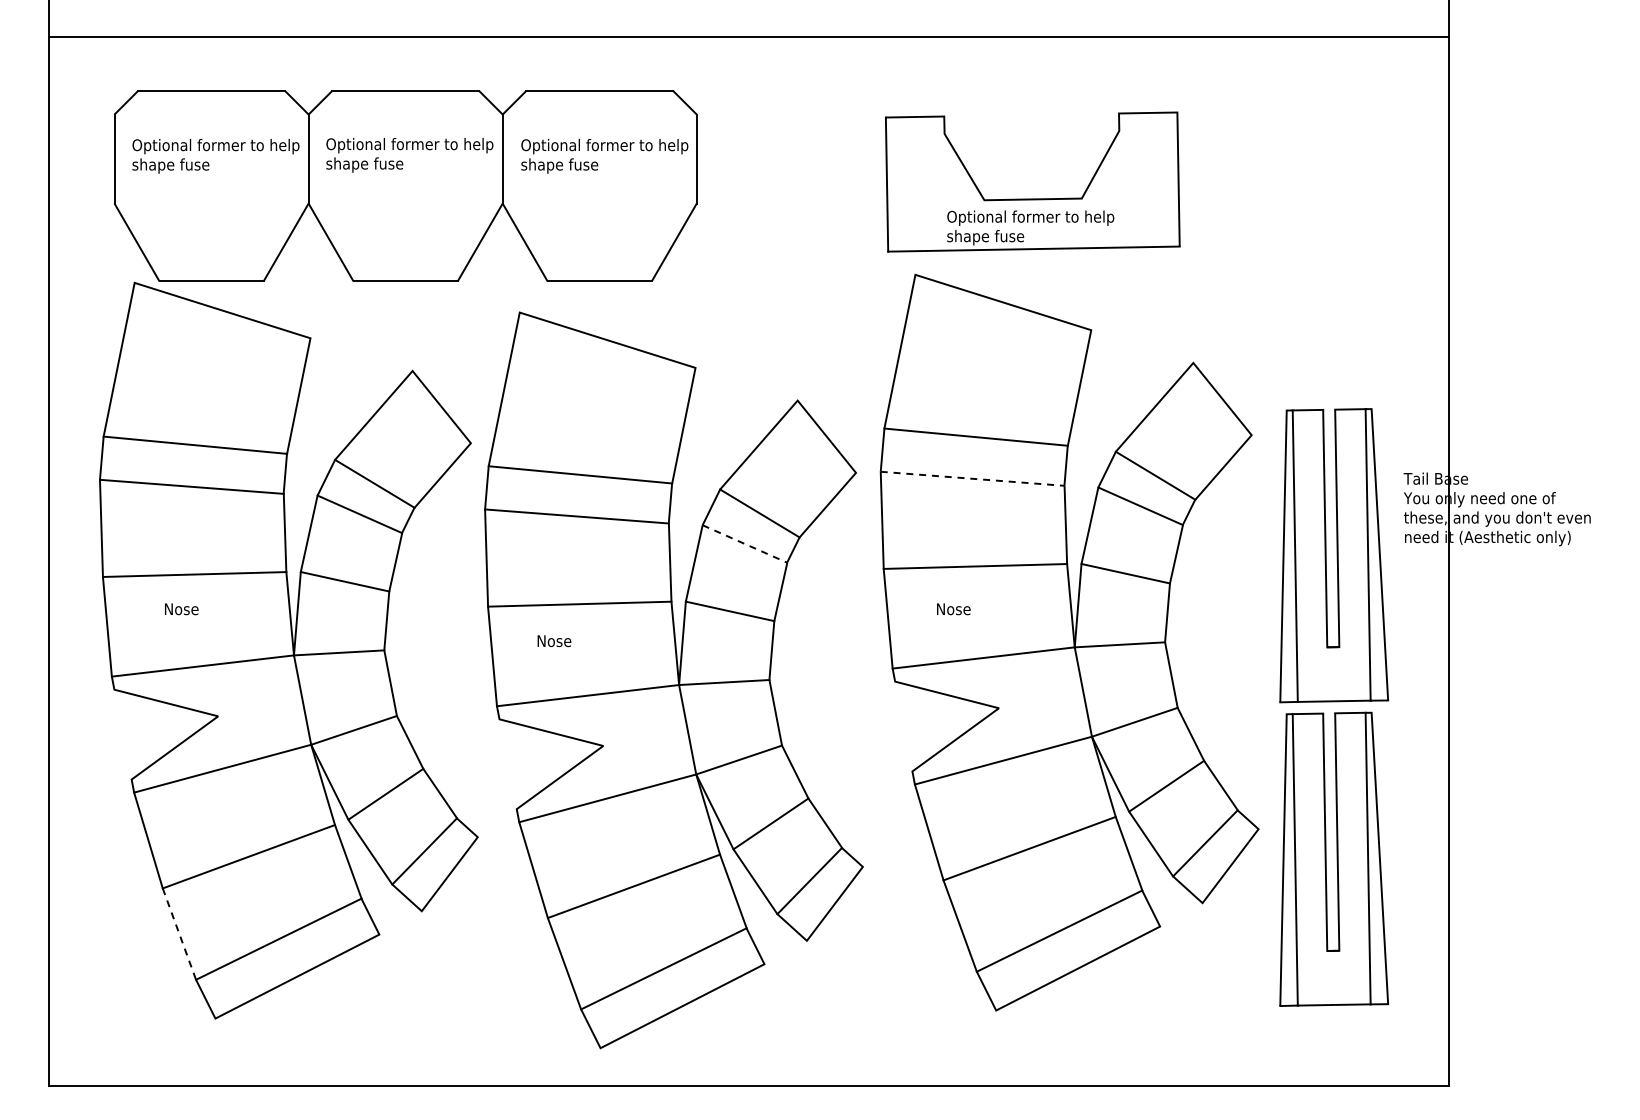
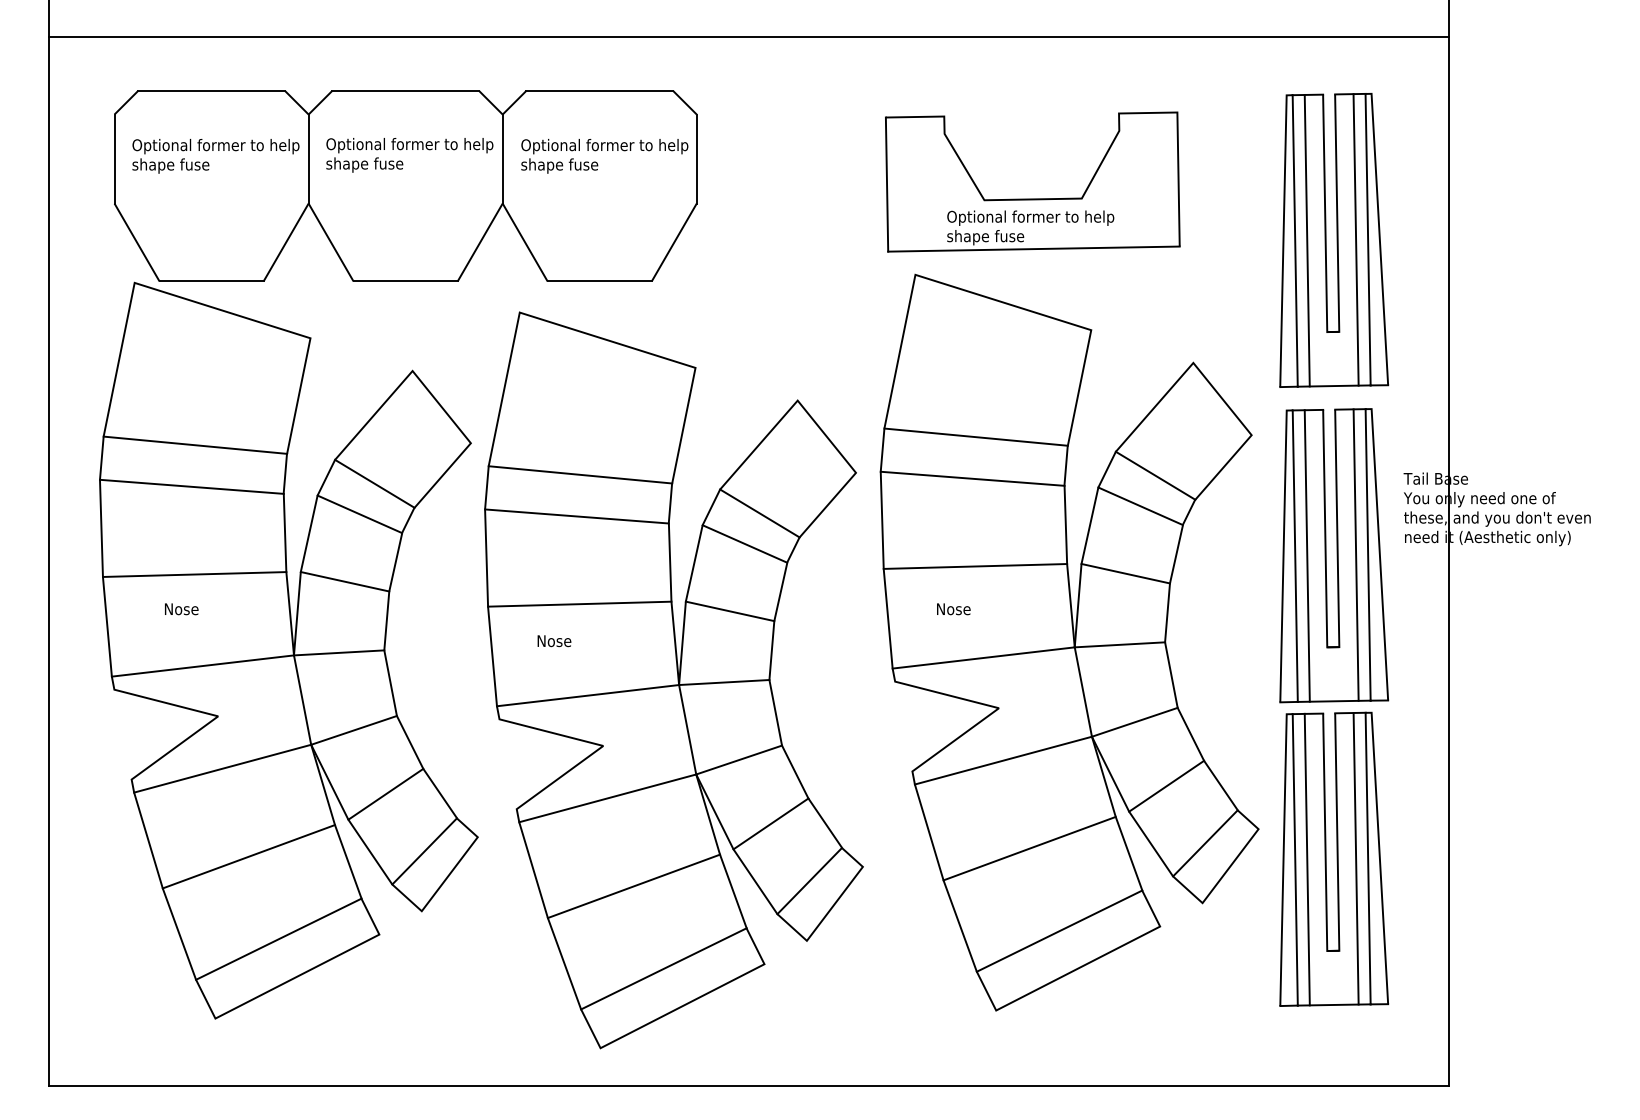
part at (1334, 240): none -> present
line at (973, 478): dashed -> solid
line at (745, 544): dashed -> solid
line at (1355, 554): none -> present
line at (1306, 555): none -> present
line at (1355, 858): none -> present
line at (1306, 859): none -> present
line at (179, 934): dashed -> solid
